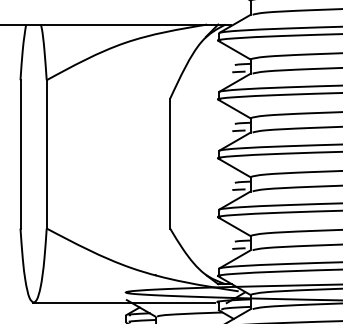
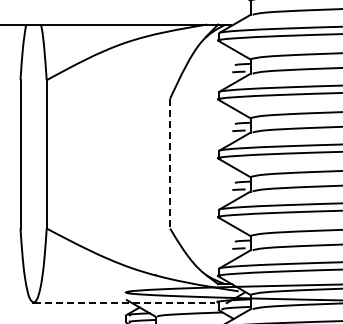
line at (170, 163): solid -> dashed
line at (124, 302): solid -> dashed
